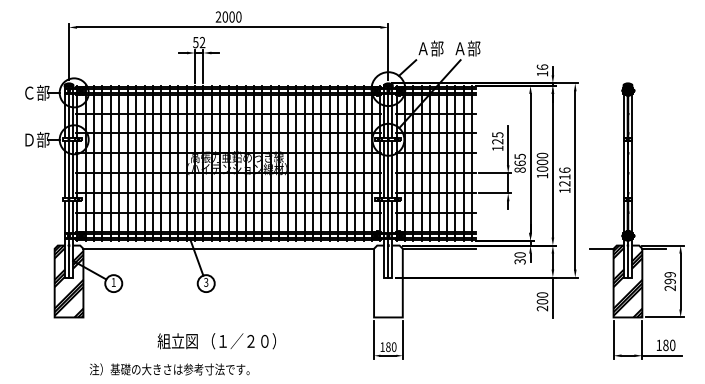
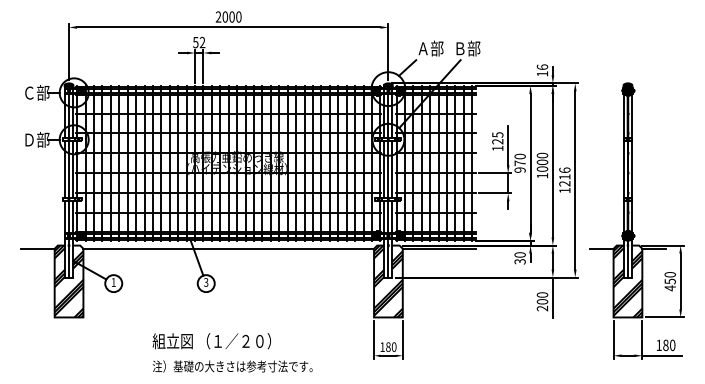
text at (459, 48): Ａ部 -> Ｂ部
text at (519, 162): 865 -> 970
line at (37, 248): none -> present
hatch at (388, 281): none -> present
text at (669, 281): 299 -> 450
text at (216, 341) position: (216, 341) -> (211, 341)
text at (169, 369) position: (169, 369) -> (232, 366)
